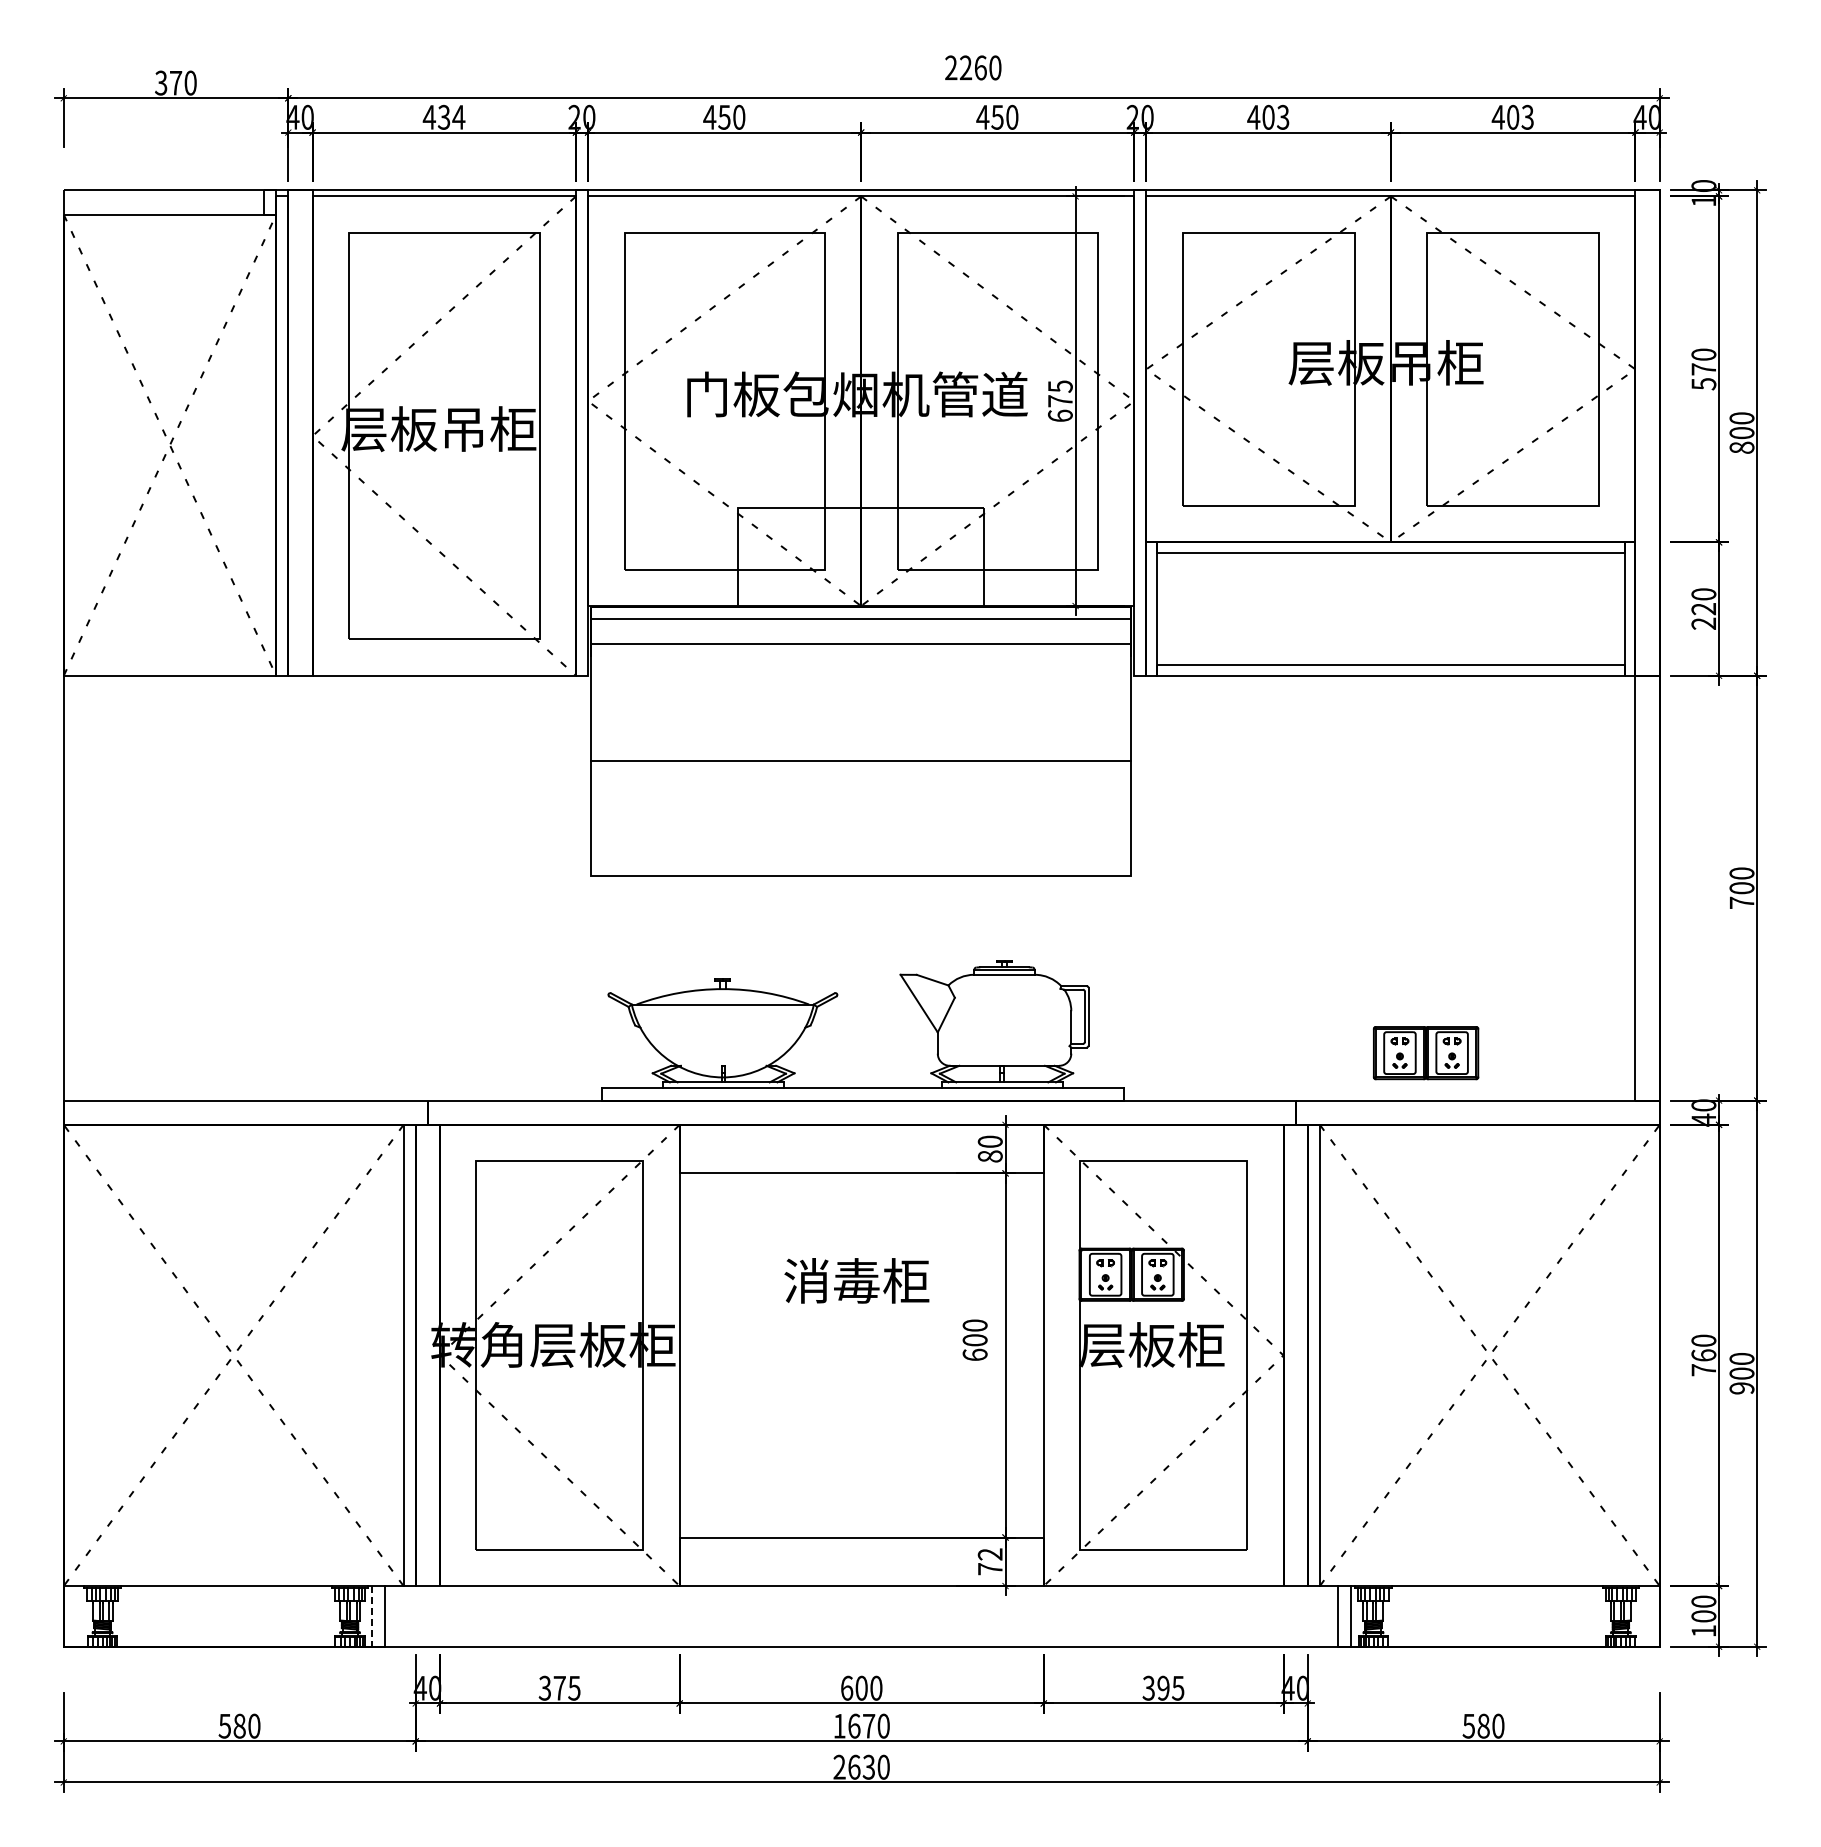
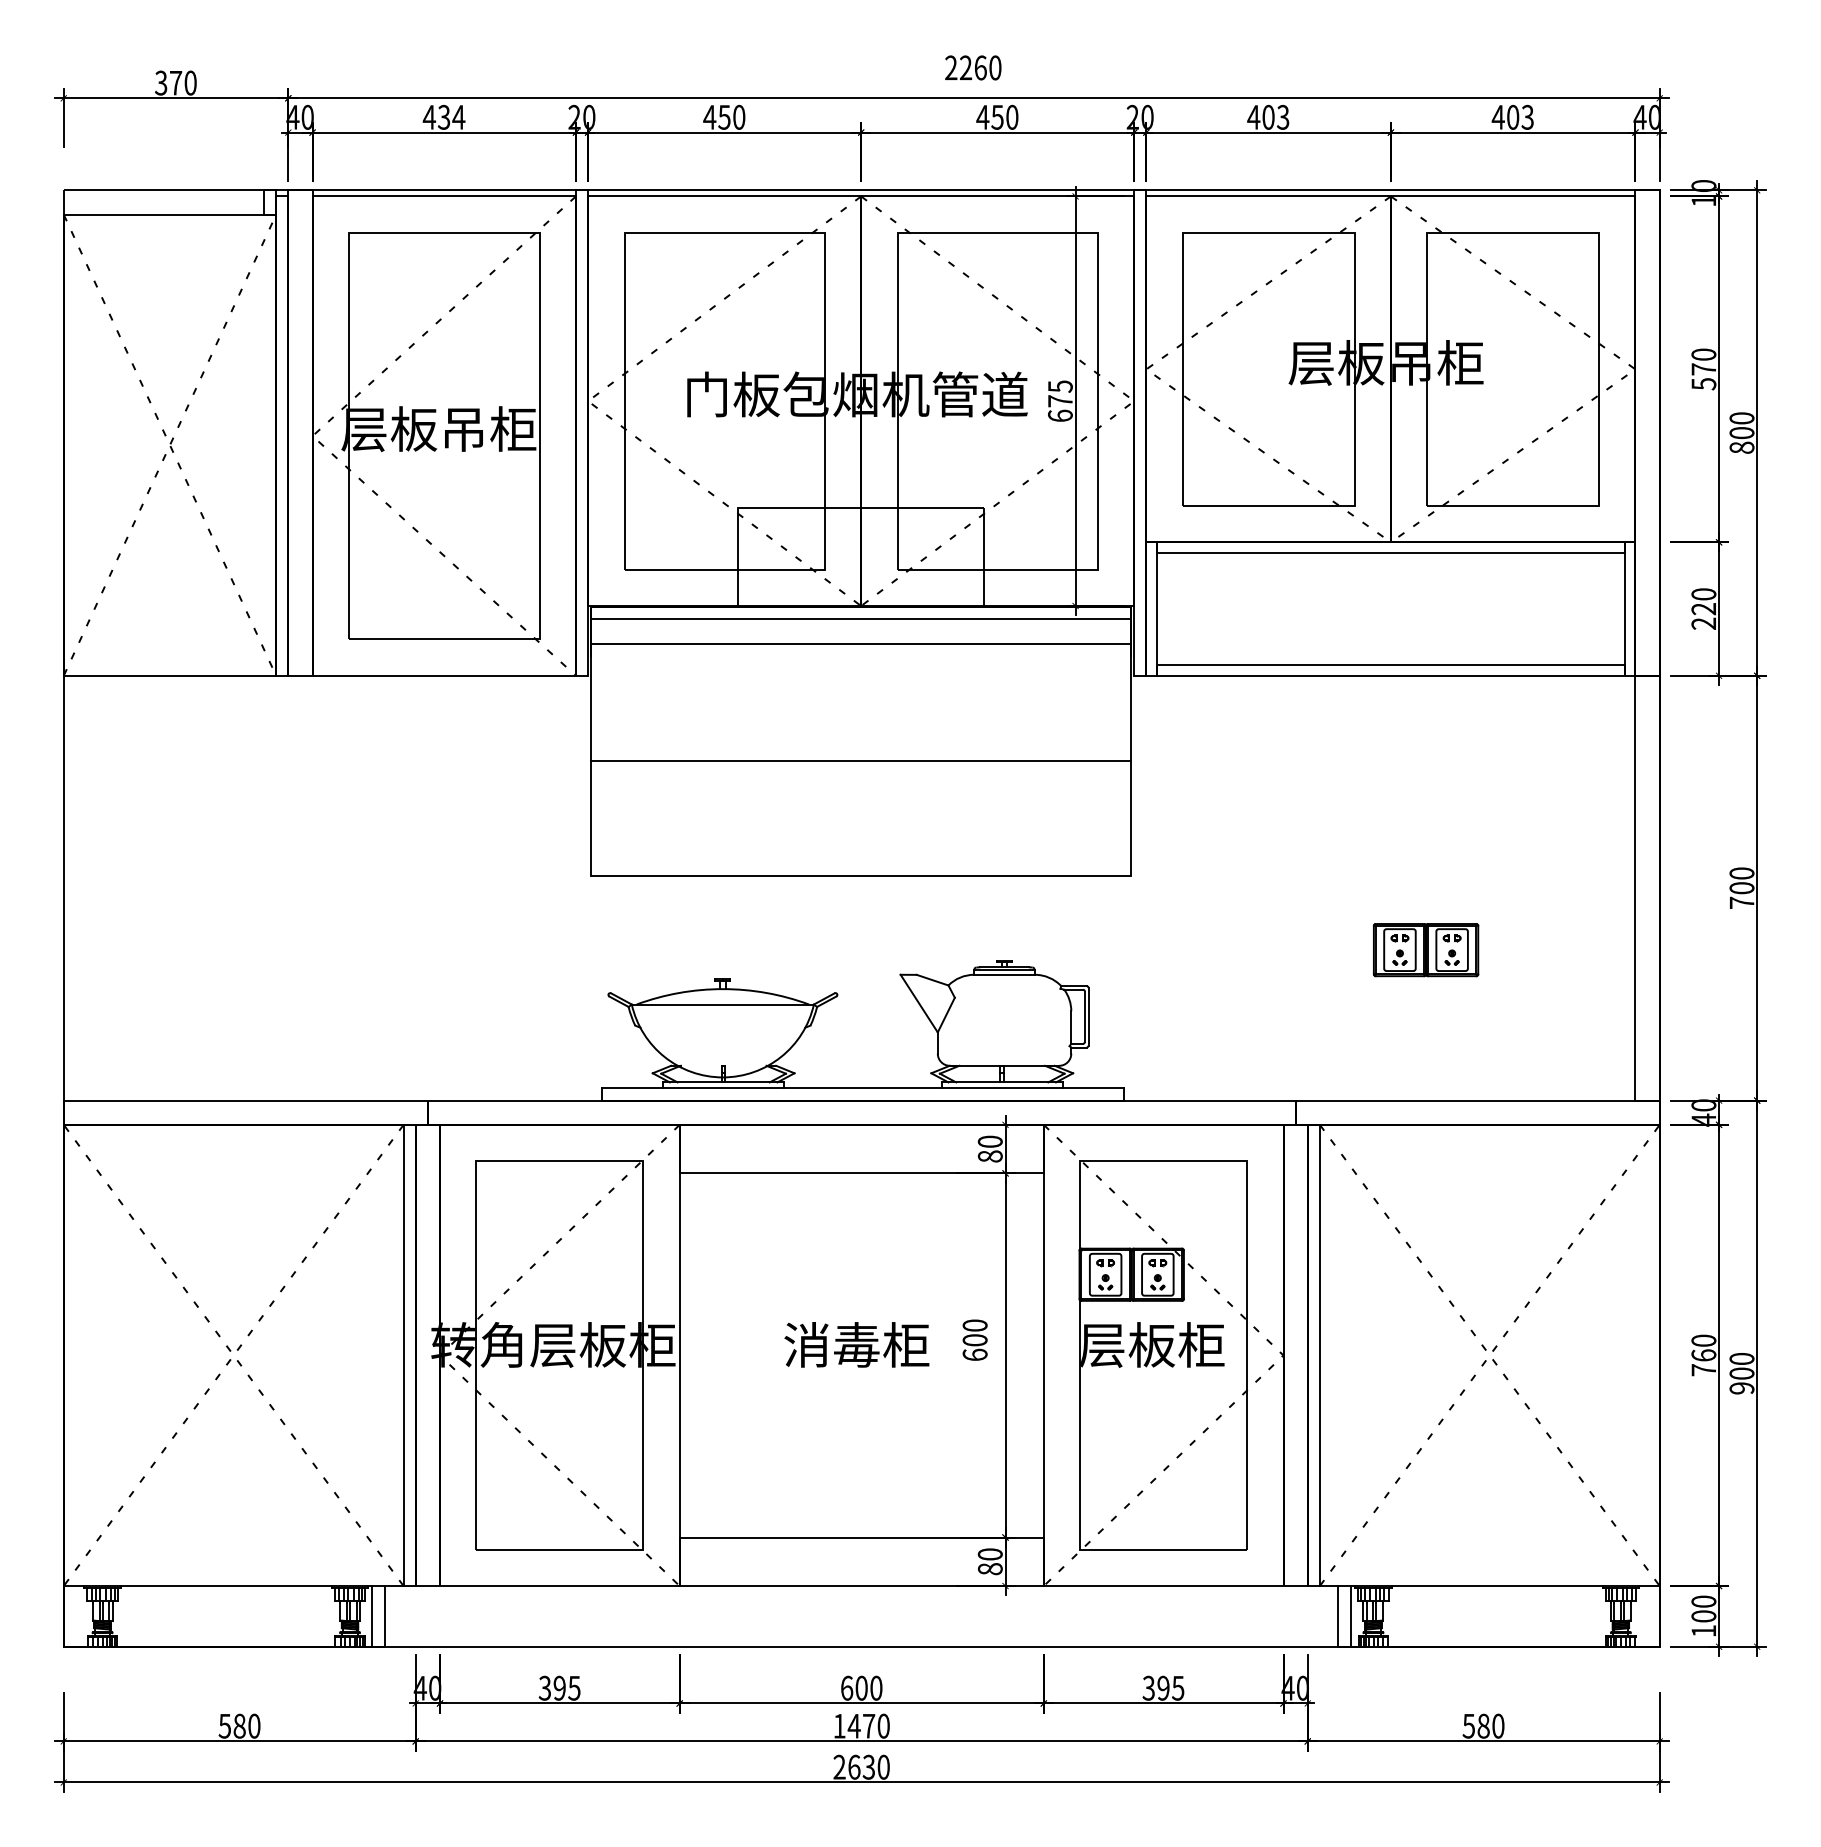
part at (1425, 1053) position: (1425, 1053) -> (1425, 950)
text at (856, 1280) position: (856, 1280) -> (856, 1344)
text at (989, 1561): 72 -> 80
line at (372, 1616): dashed -> solid
text at (559, 1687): 375 -> 395
text at (853, 1725): 1670 -> 1470
